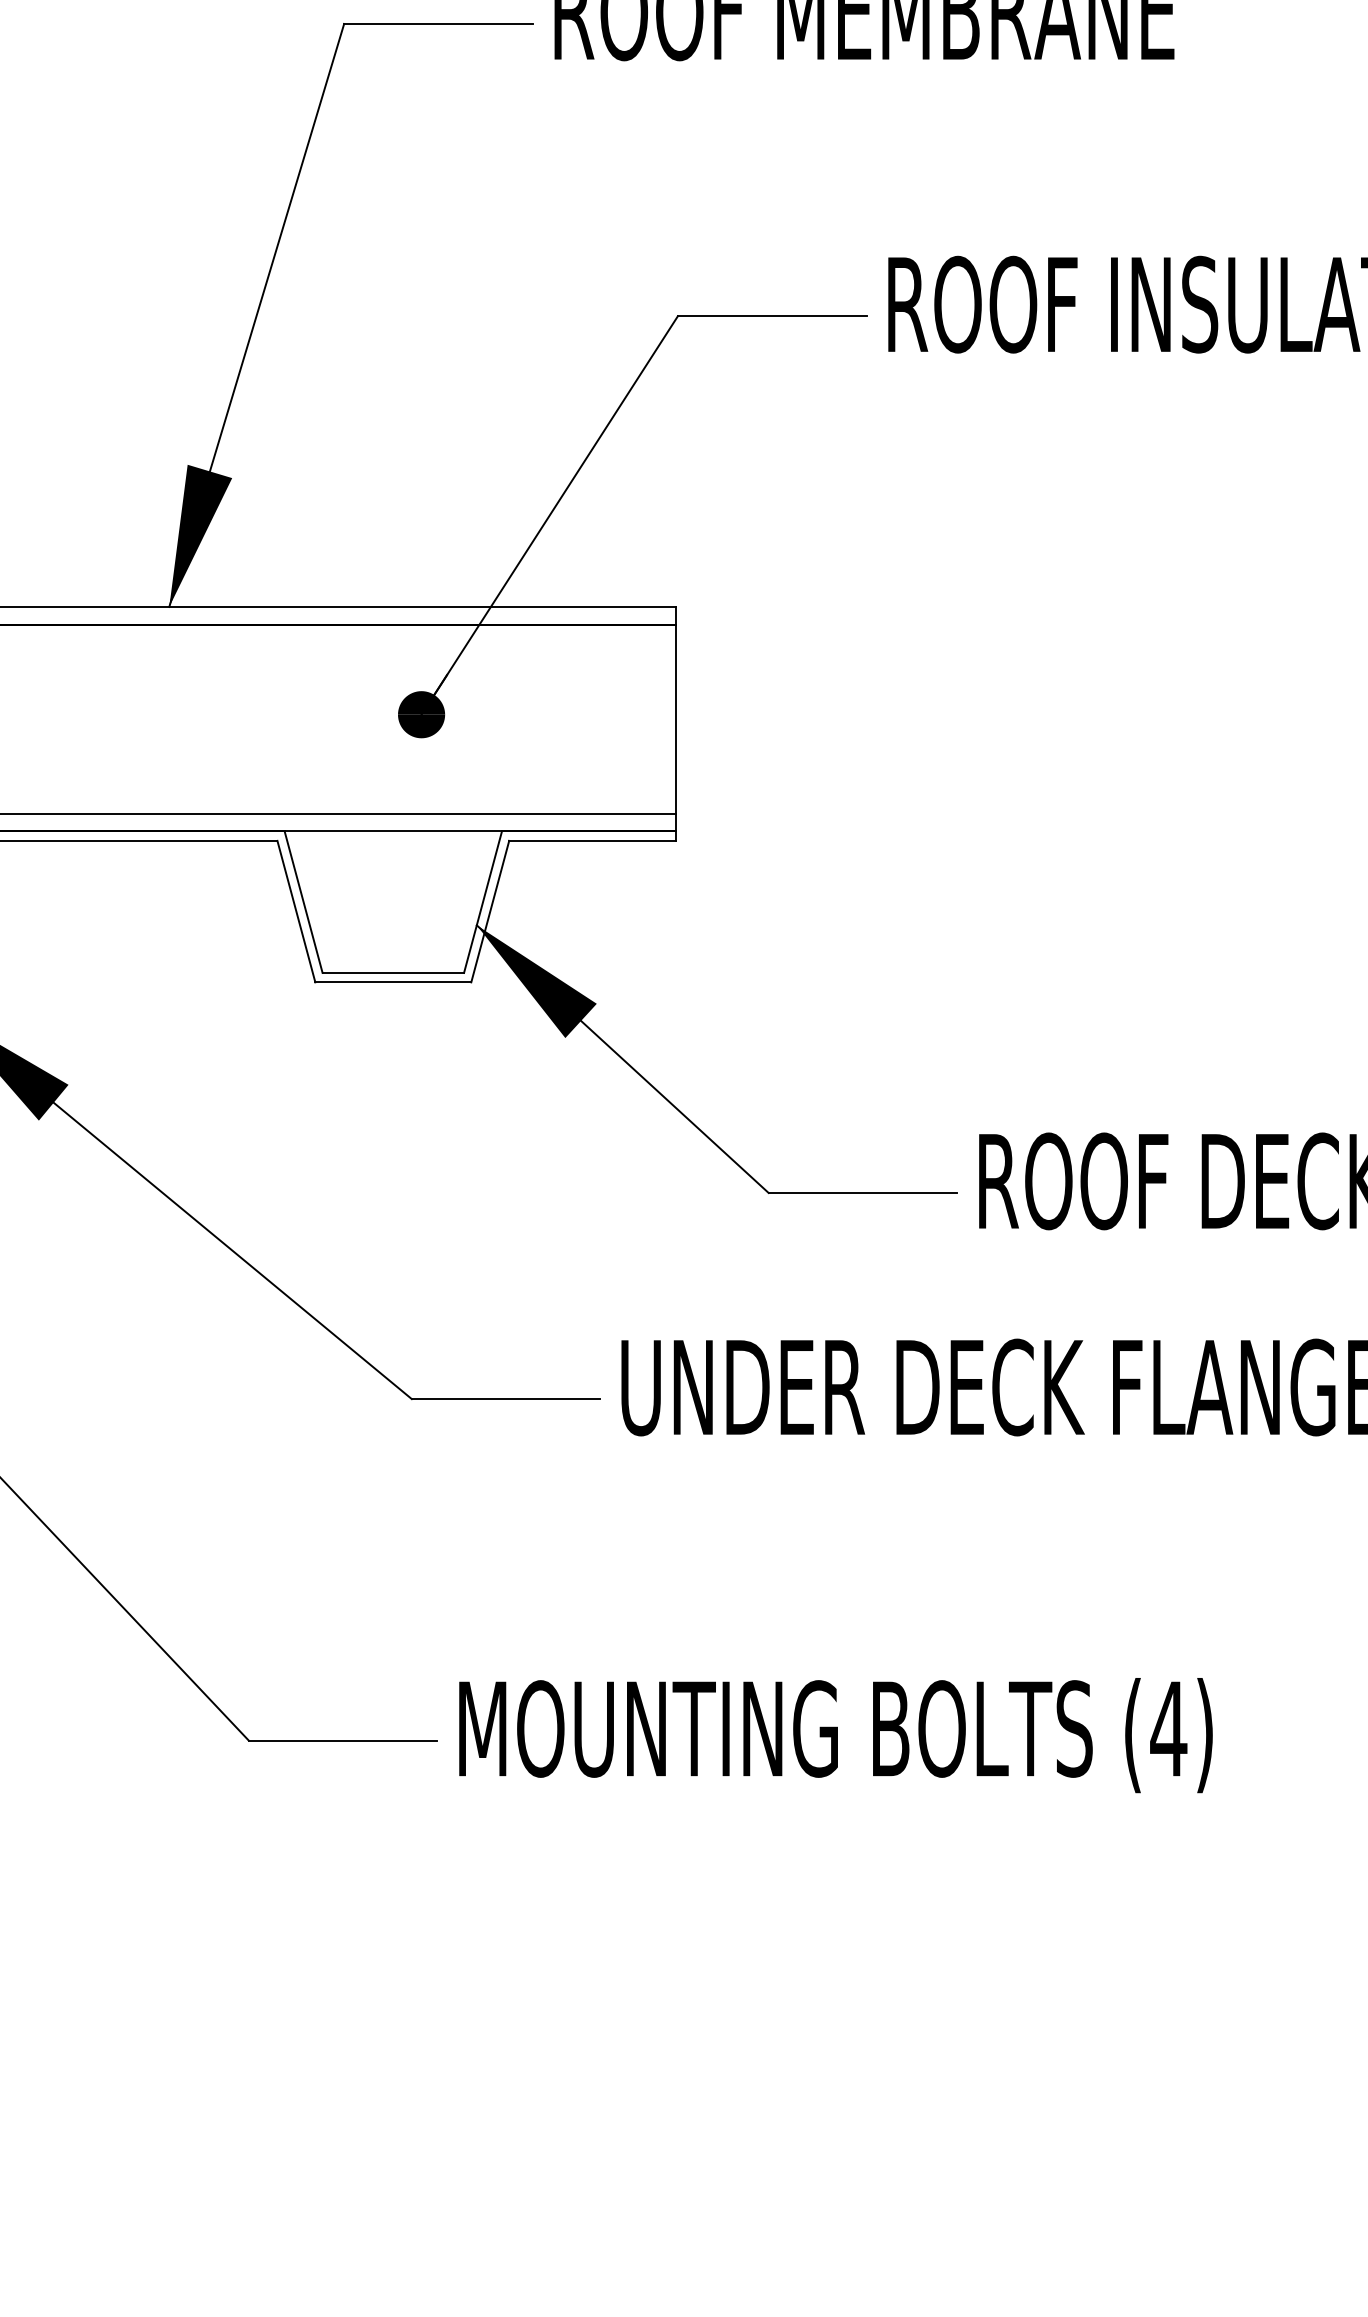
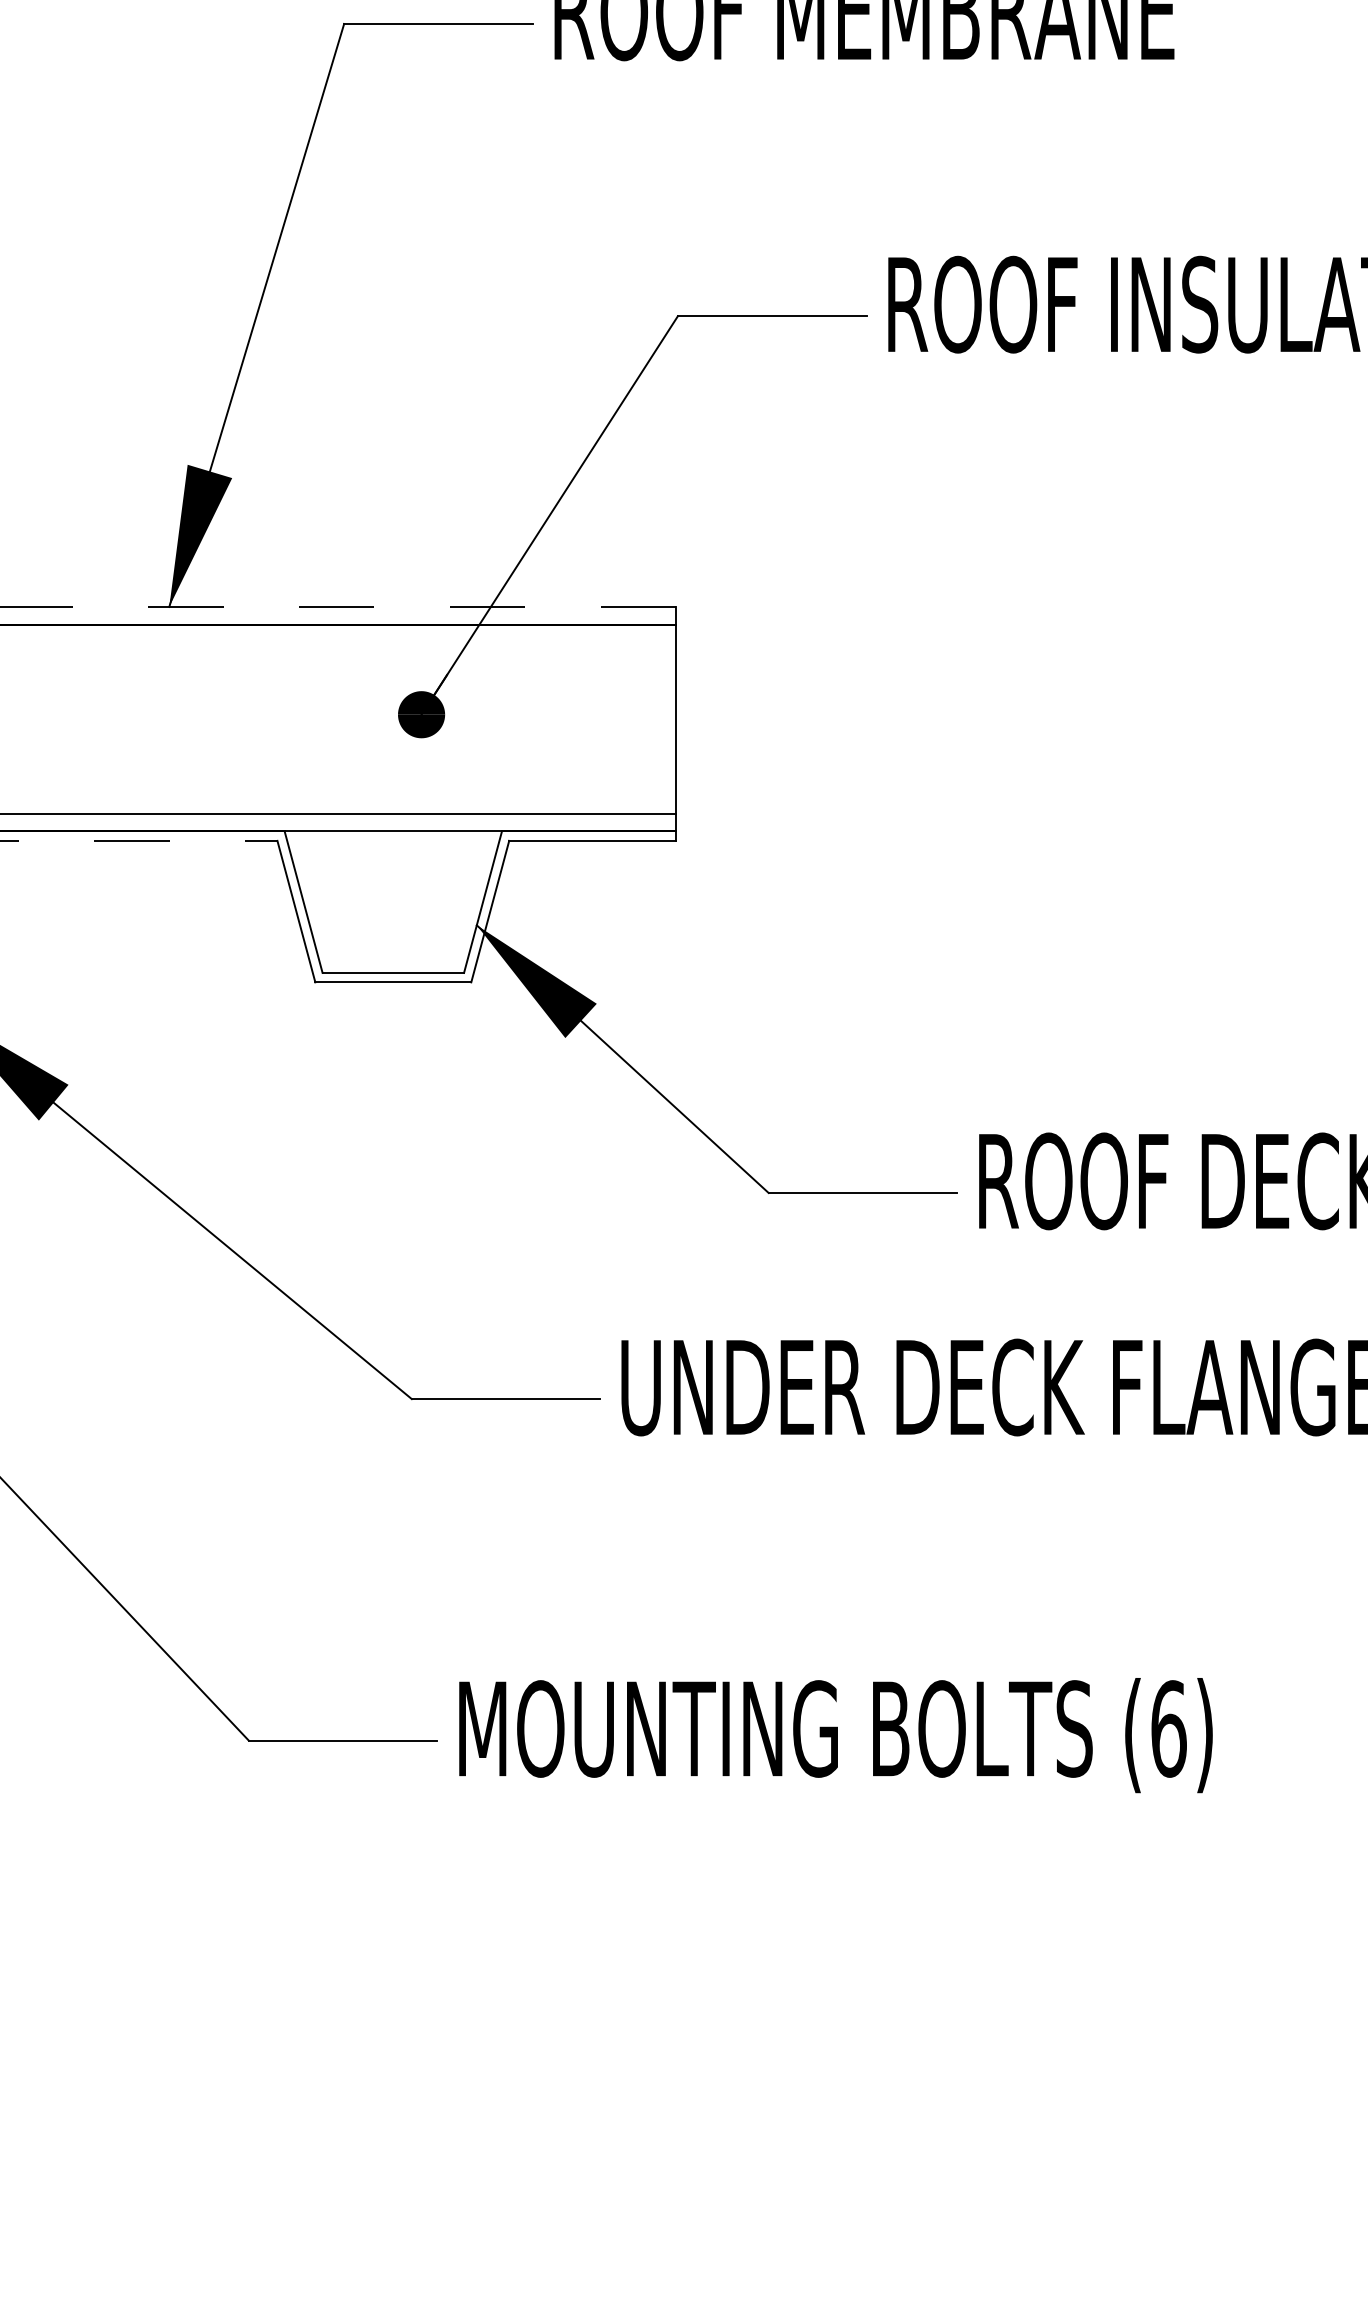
line at (338, 606): solid -> dashed
line at (138, 840): solid -> dashed
text at (1168, 1728): (4) -> (6)
